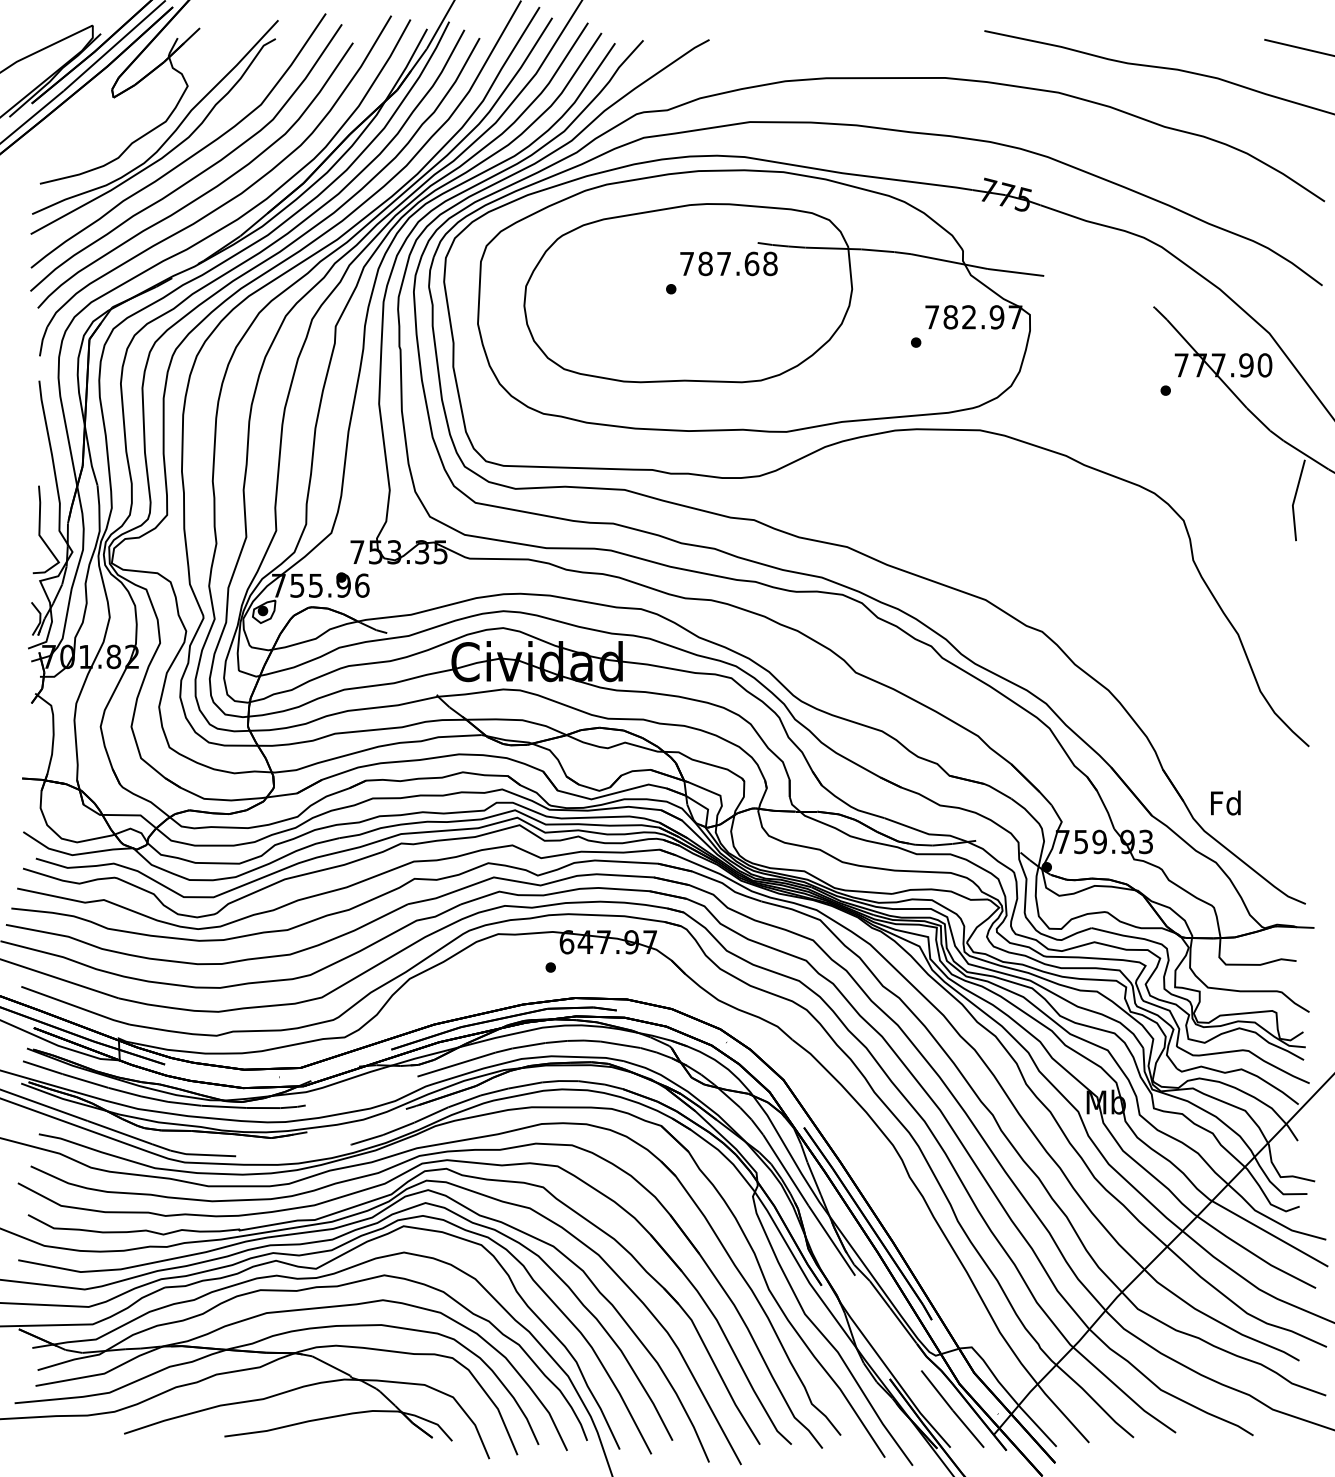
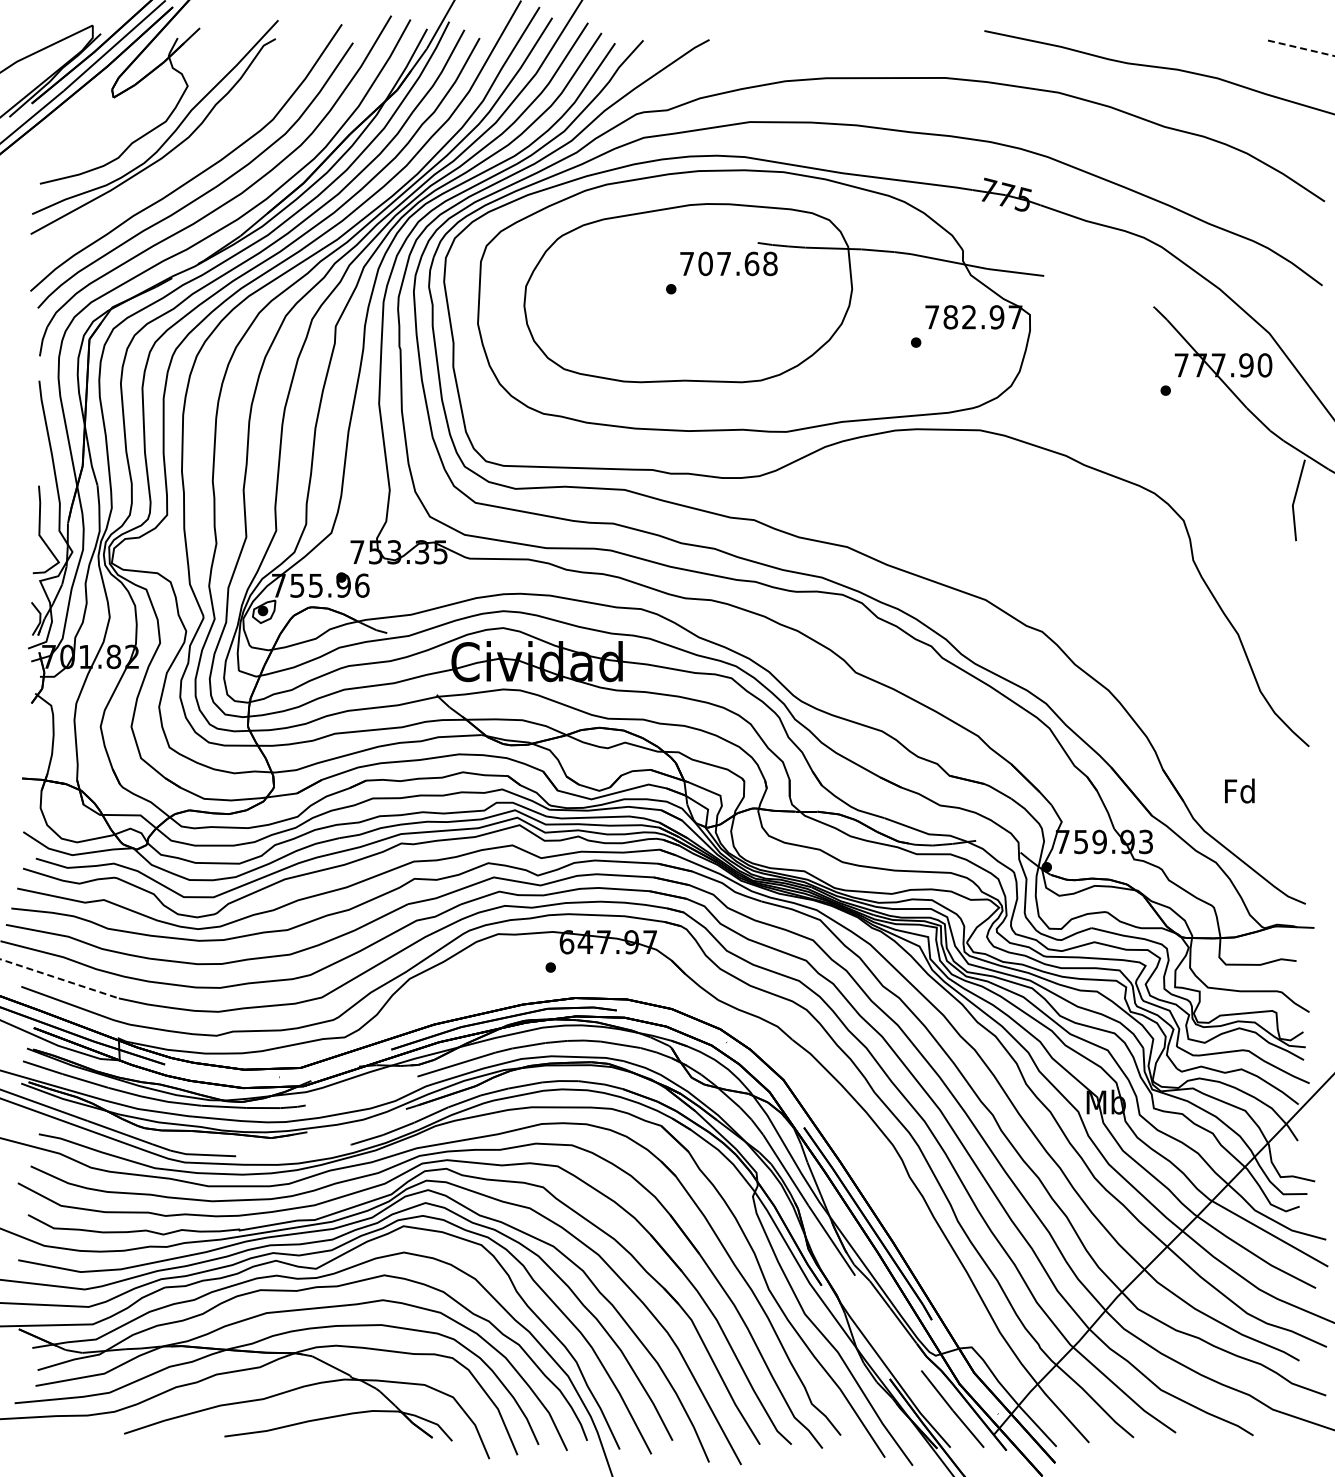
line at (1299, 47): solid -> dashed
curve at (189, 156): present -> none
text at (705, 263): 787.68 -> 707.68
text at (1225, 802) position: (1225, 802) -> (1239, 790)
line at (60, 979): solid -> dashed
